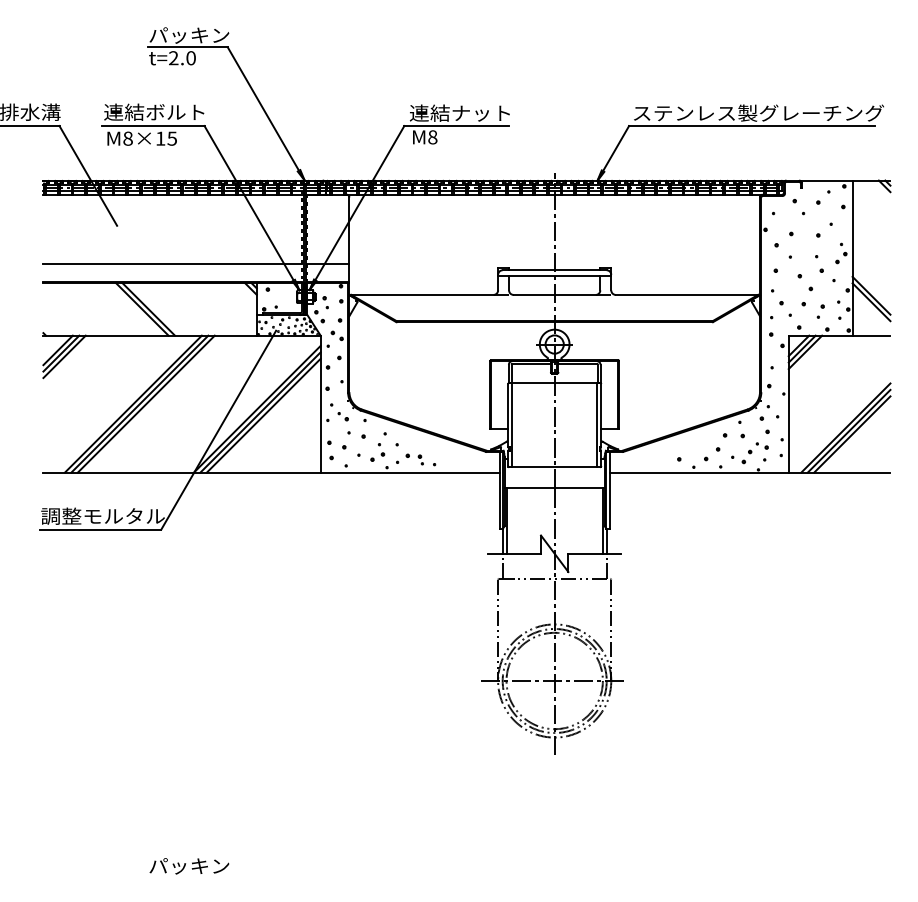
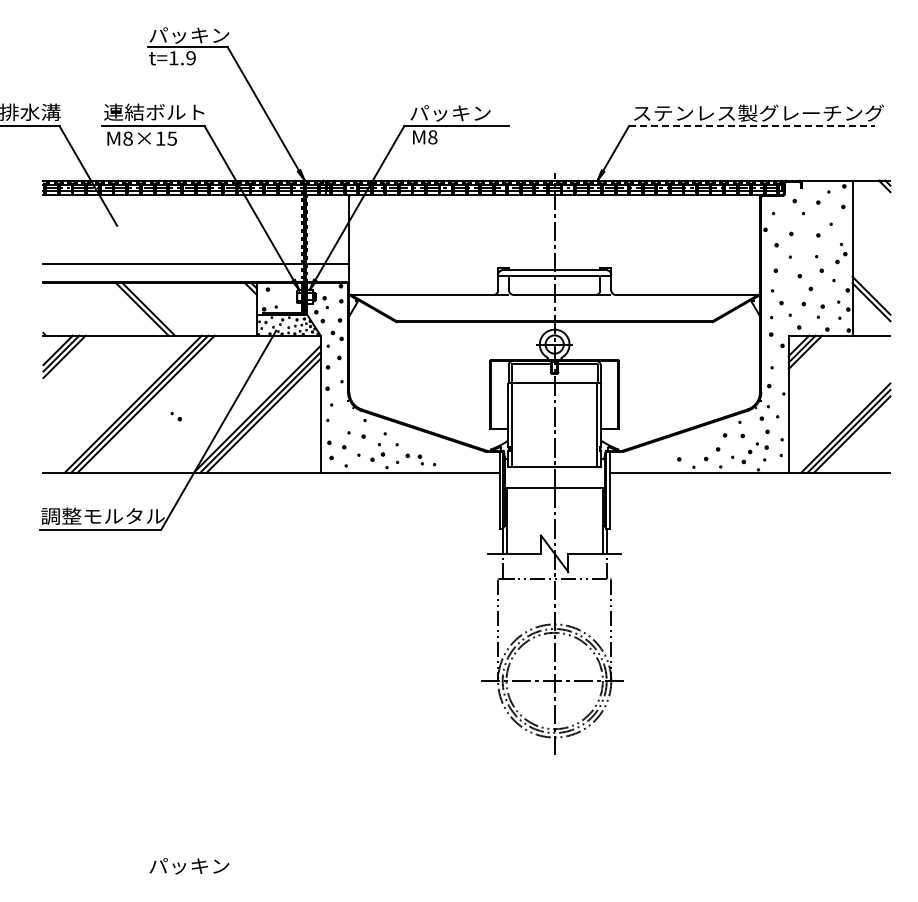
text at (182, 58): t=2.0 -> t=1.9
text at (459, 112): 連結ナット -> パッキン
line at (752, 126): solid -> dashed
part at (342, 416) position: (342, 416) -> (175, 416)
